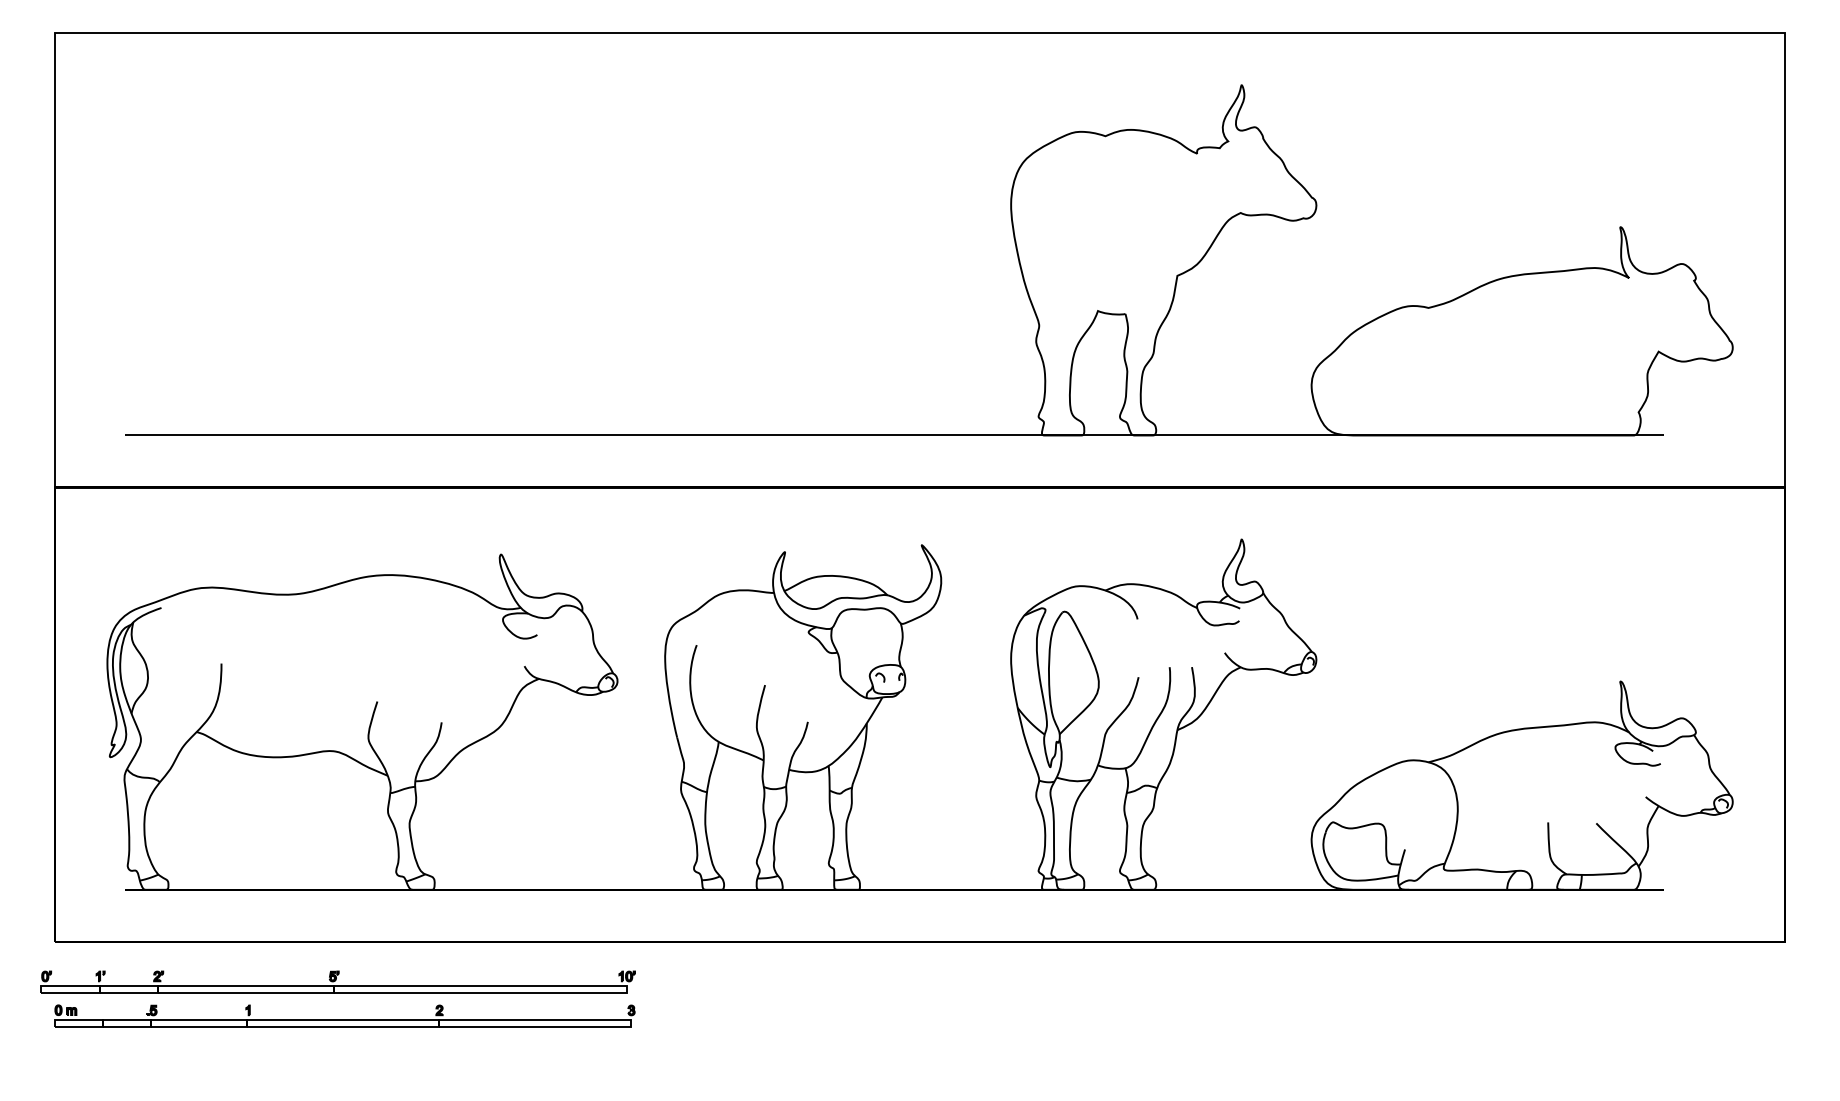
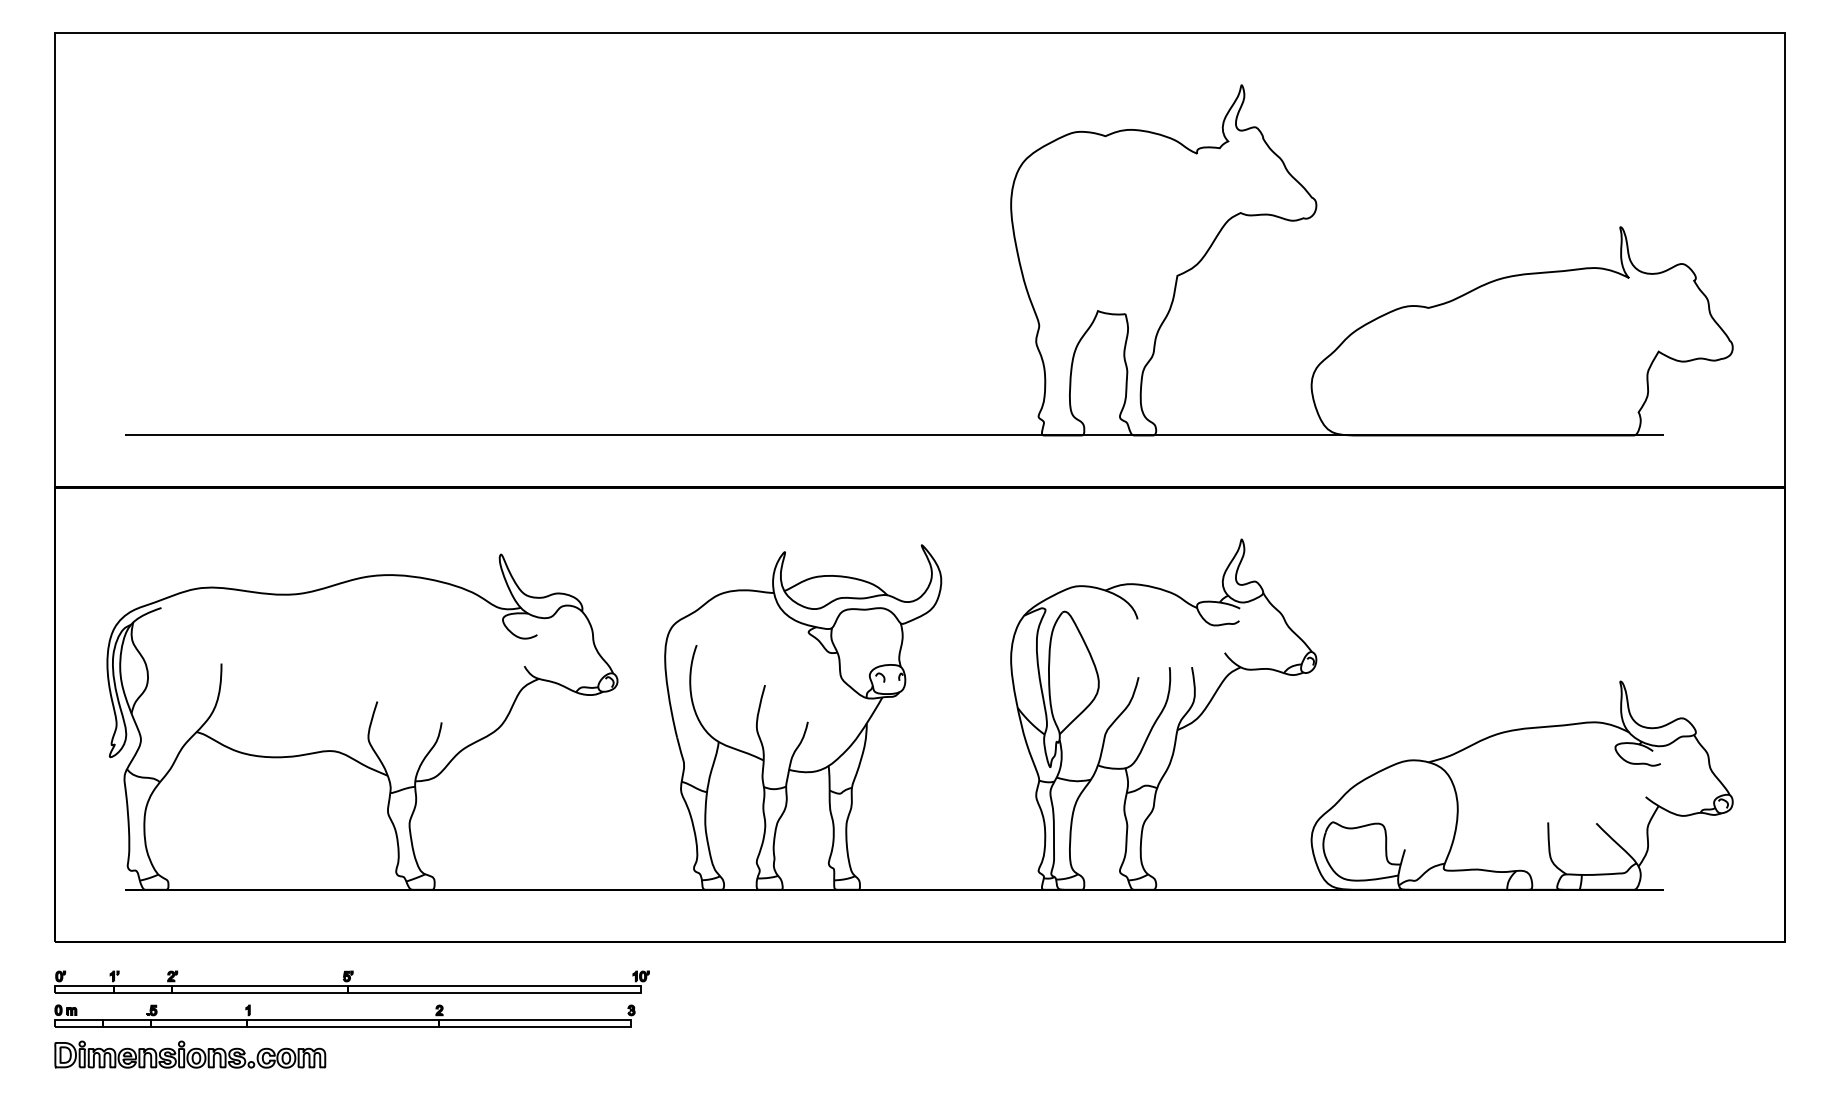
part at (337, 981) position: (337, 981) -> (351, 981)
part at (190, 1054): none -> present
